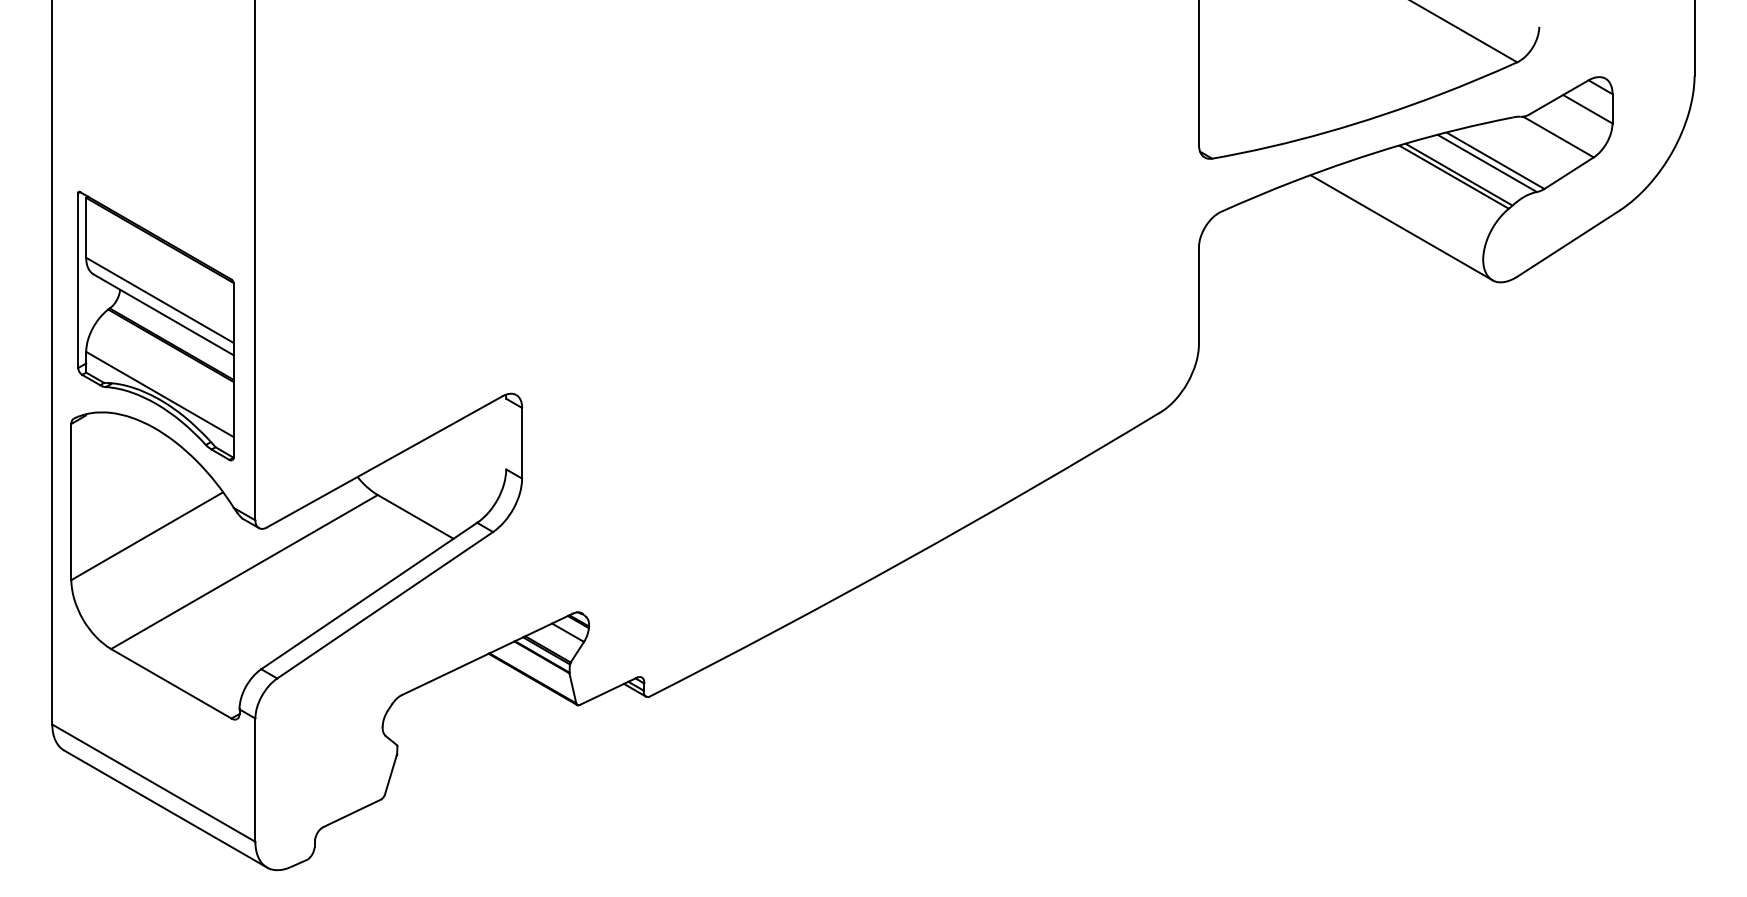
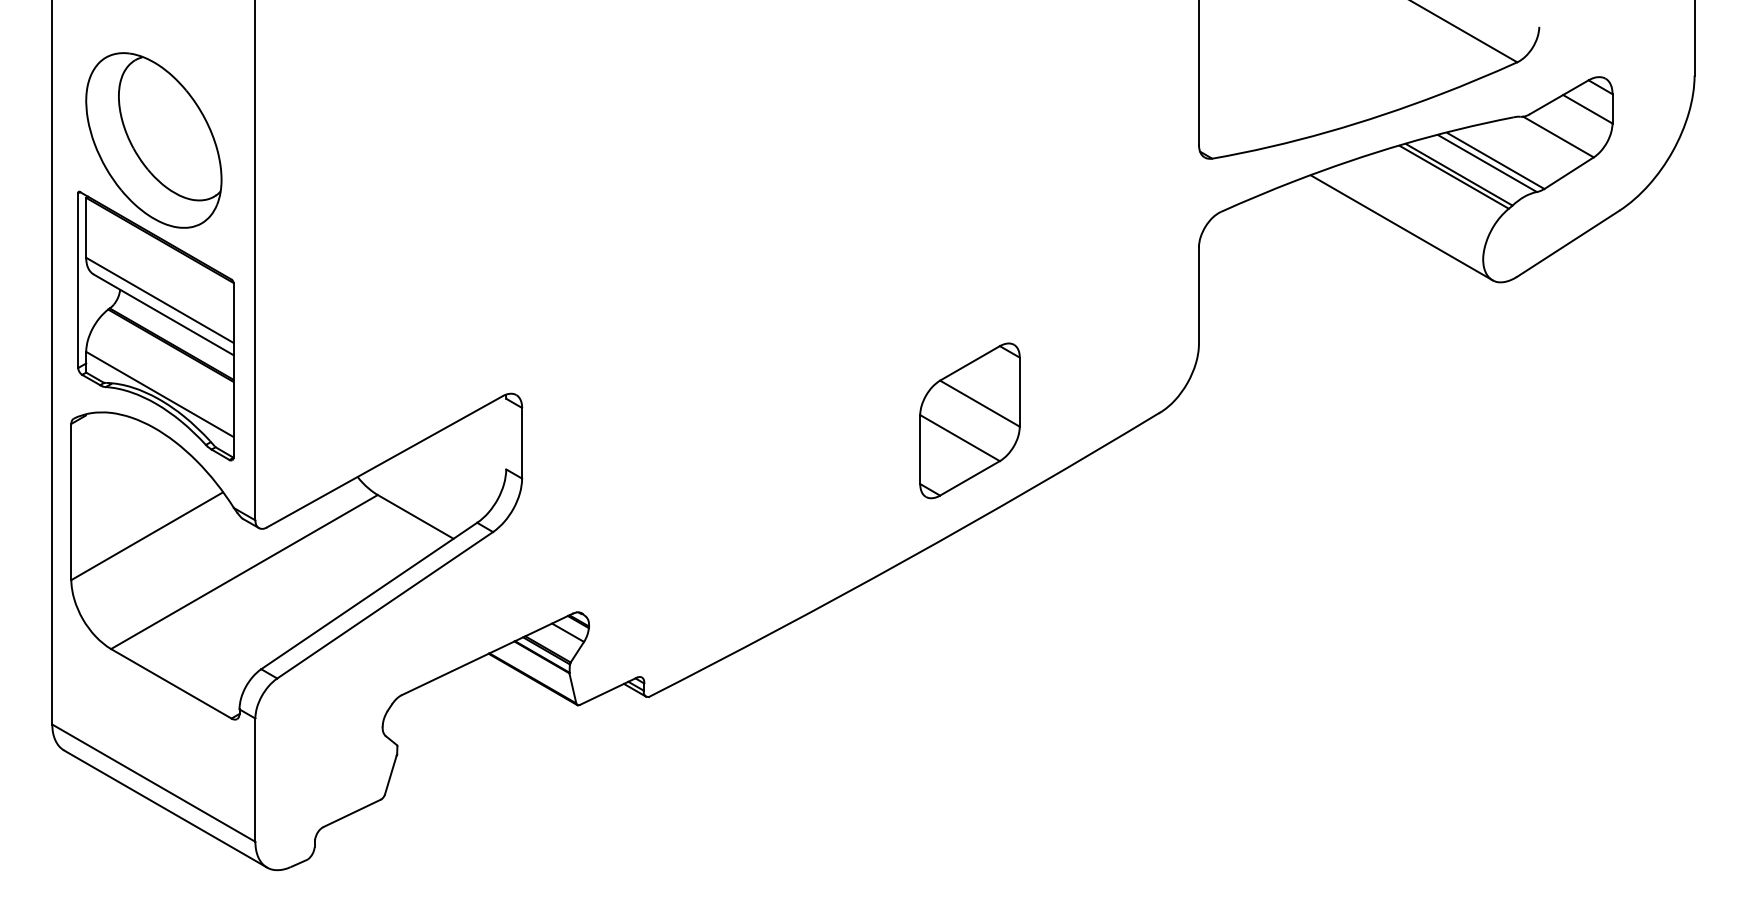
part at (153, 140): none -> present
part at (969, 420): none -> present
